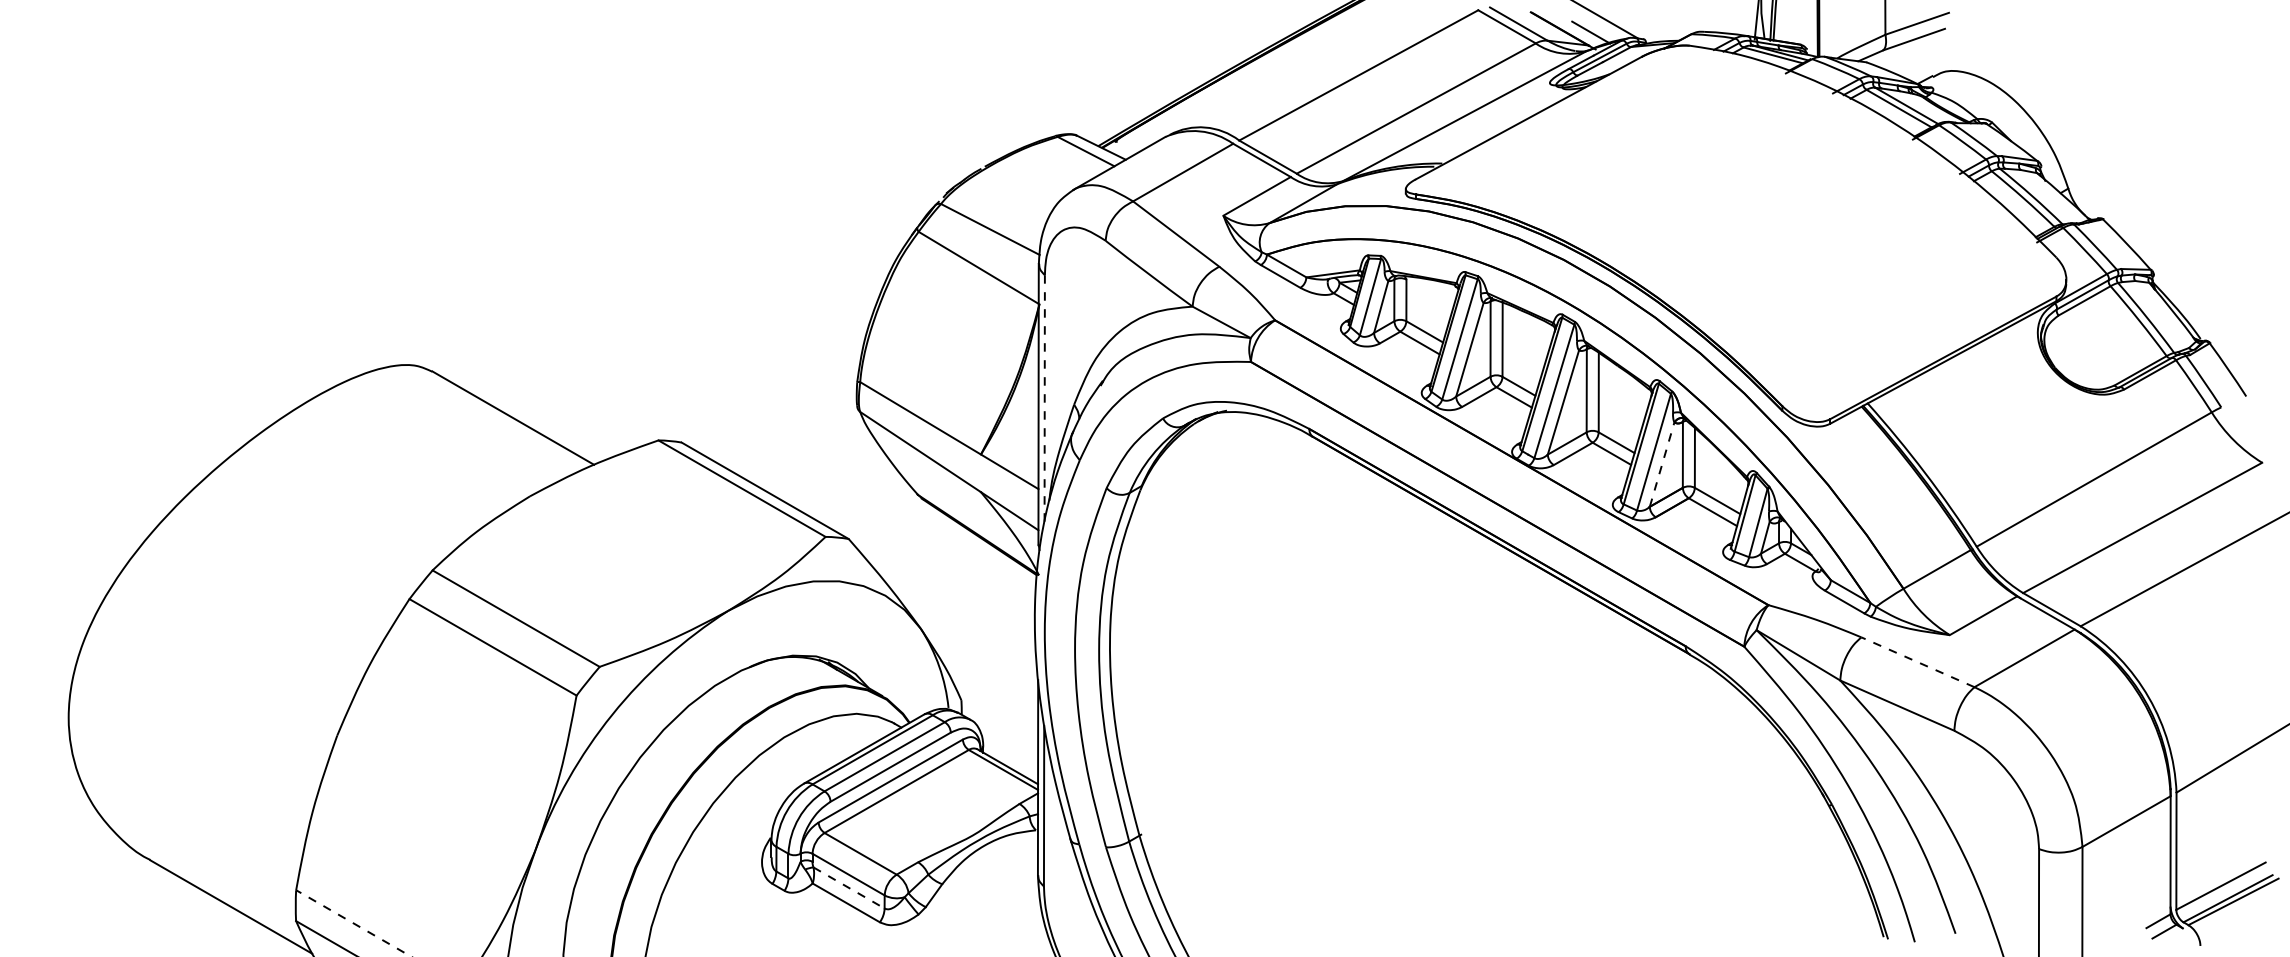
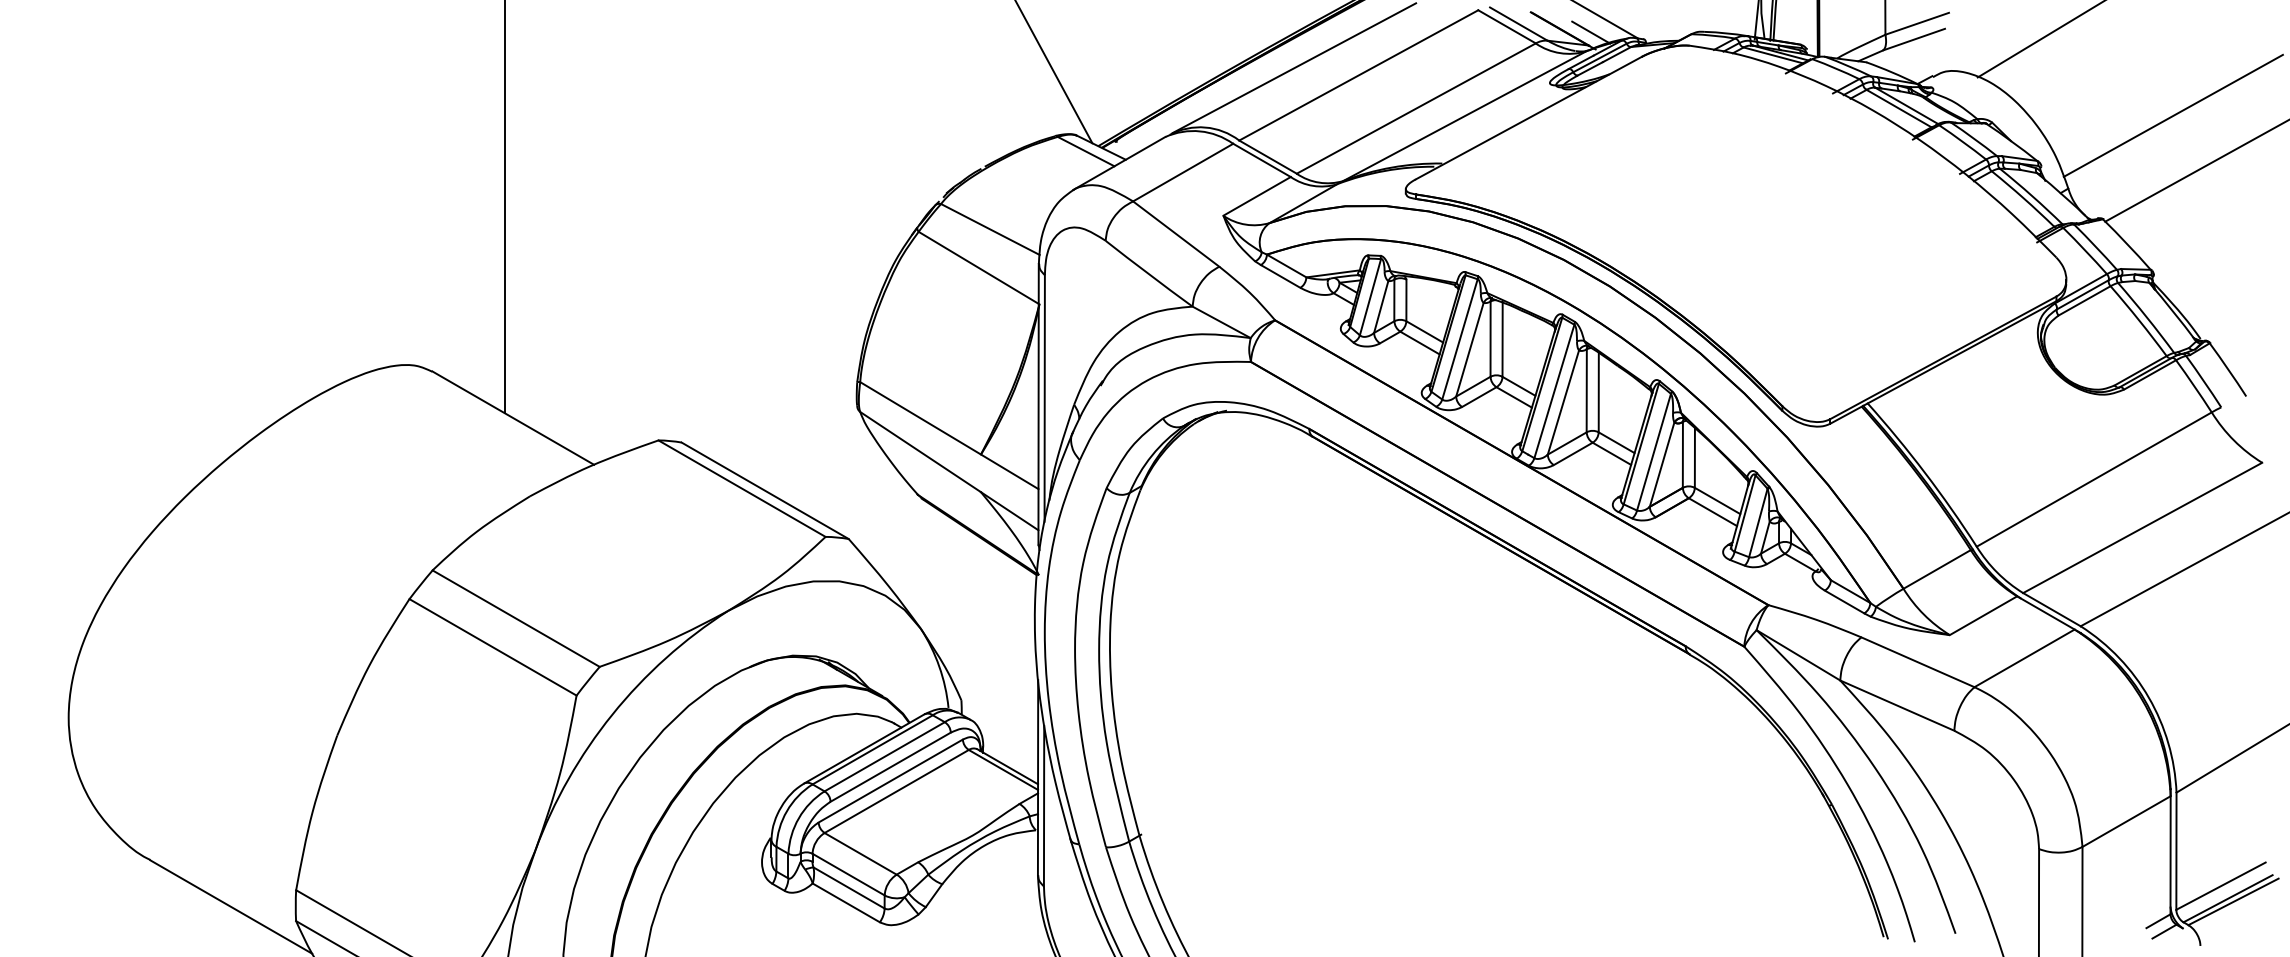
line at (2039, 39): none -> present
line at (1294, 68): none -> present
line at (1054, 72): none -> present
line at (2172, 115): none -> present
line at (2195, 171): none -> present
line at (505, 207): none -> present
line at (1044, 398): dashed -> solid
line at (1662, 464): dashed -> solid
line at (1917, 662): dashed -> solid
line at (849, 888): dashed -> solid
line at (353, 923): dashed -> solid
